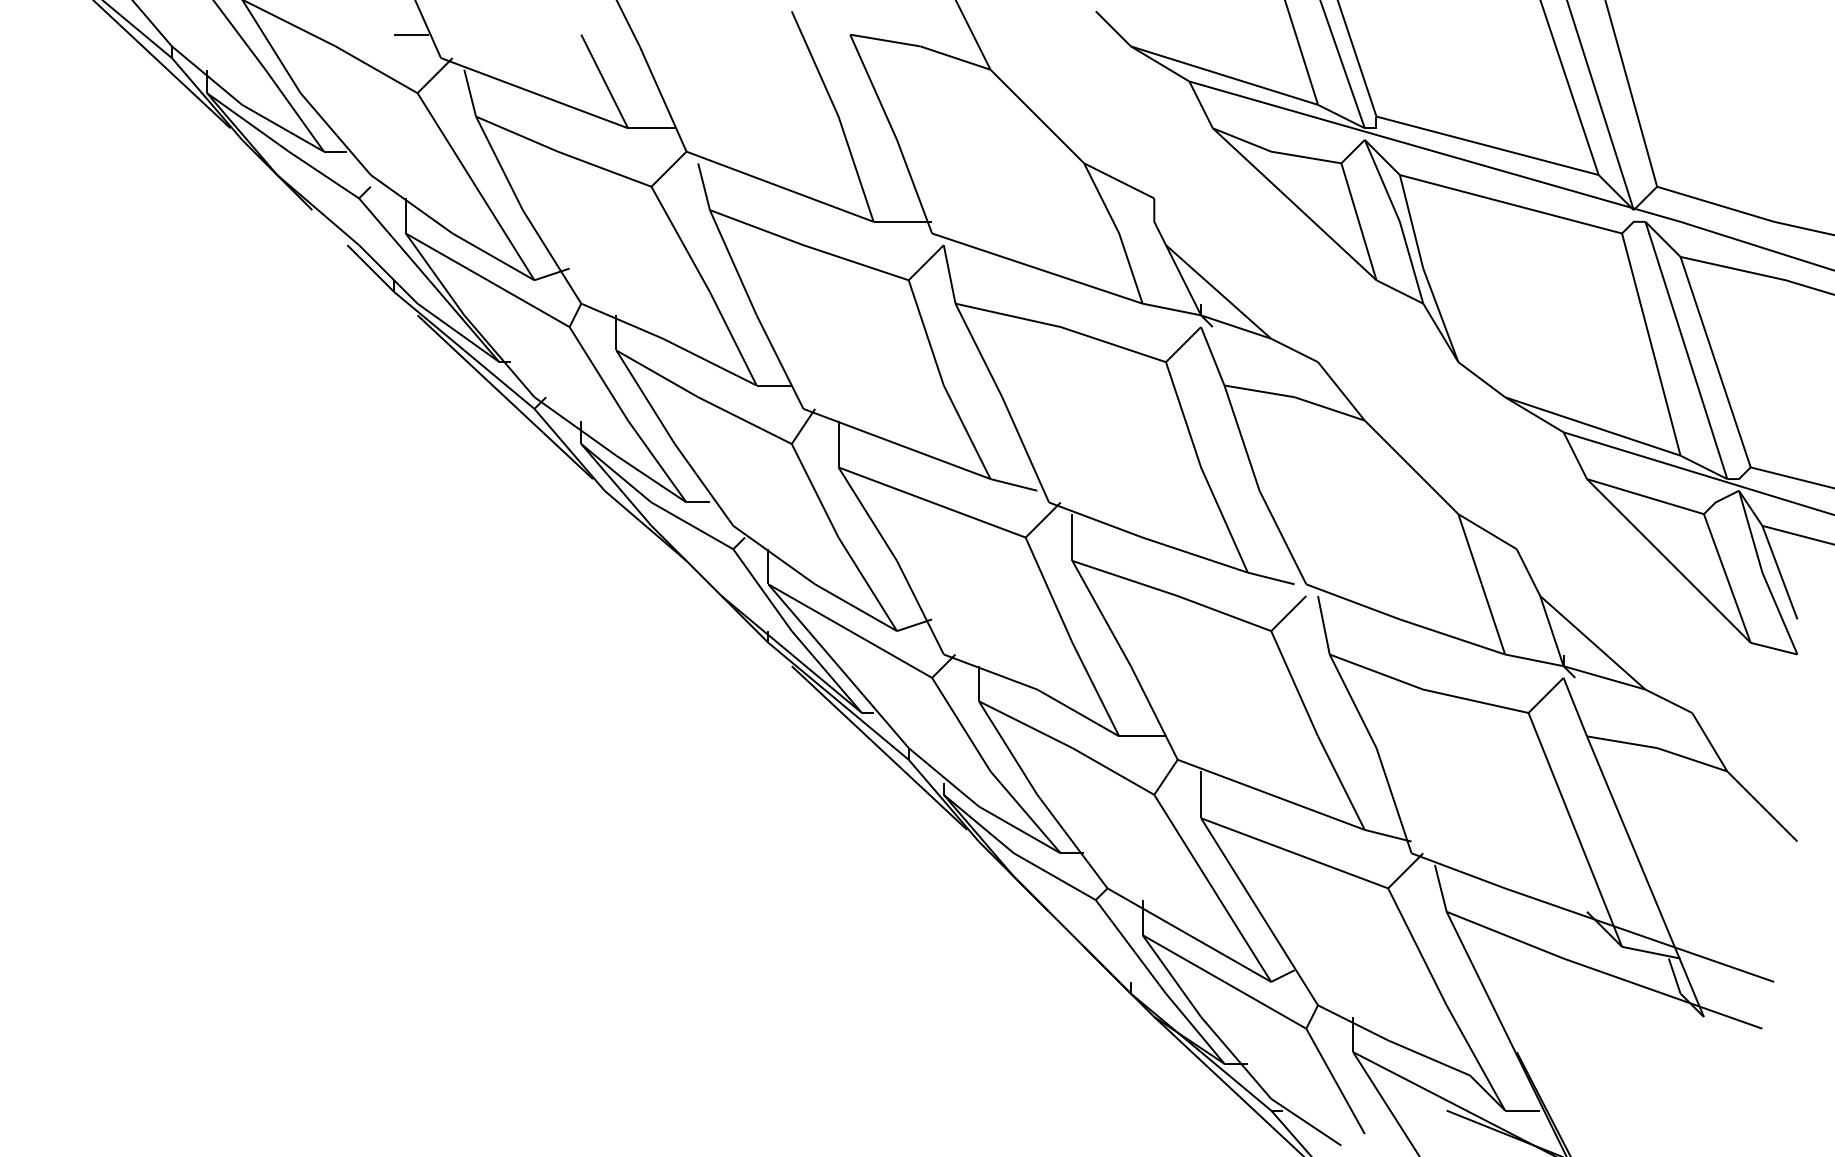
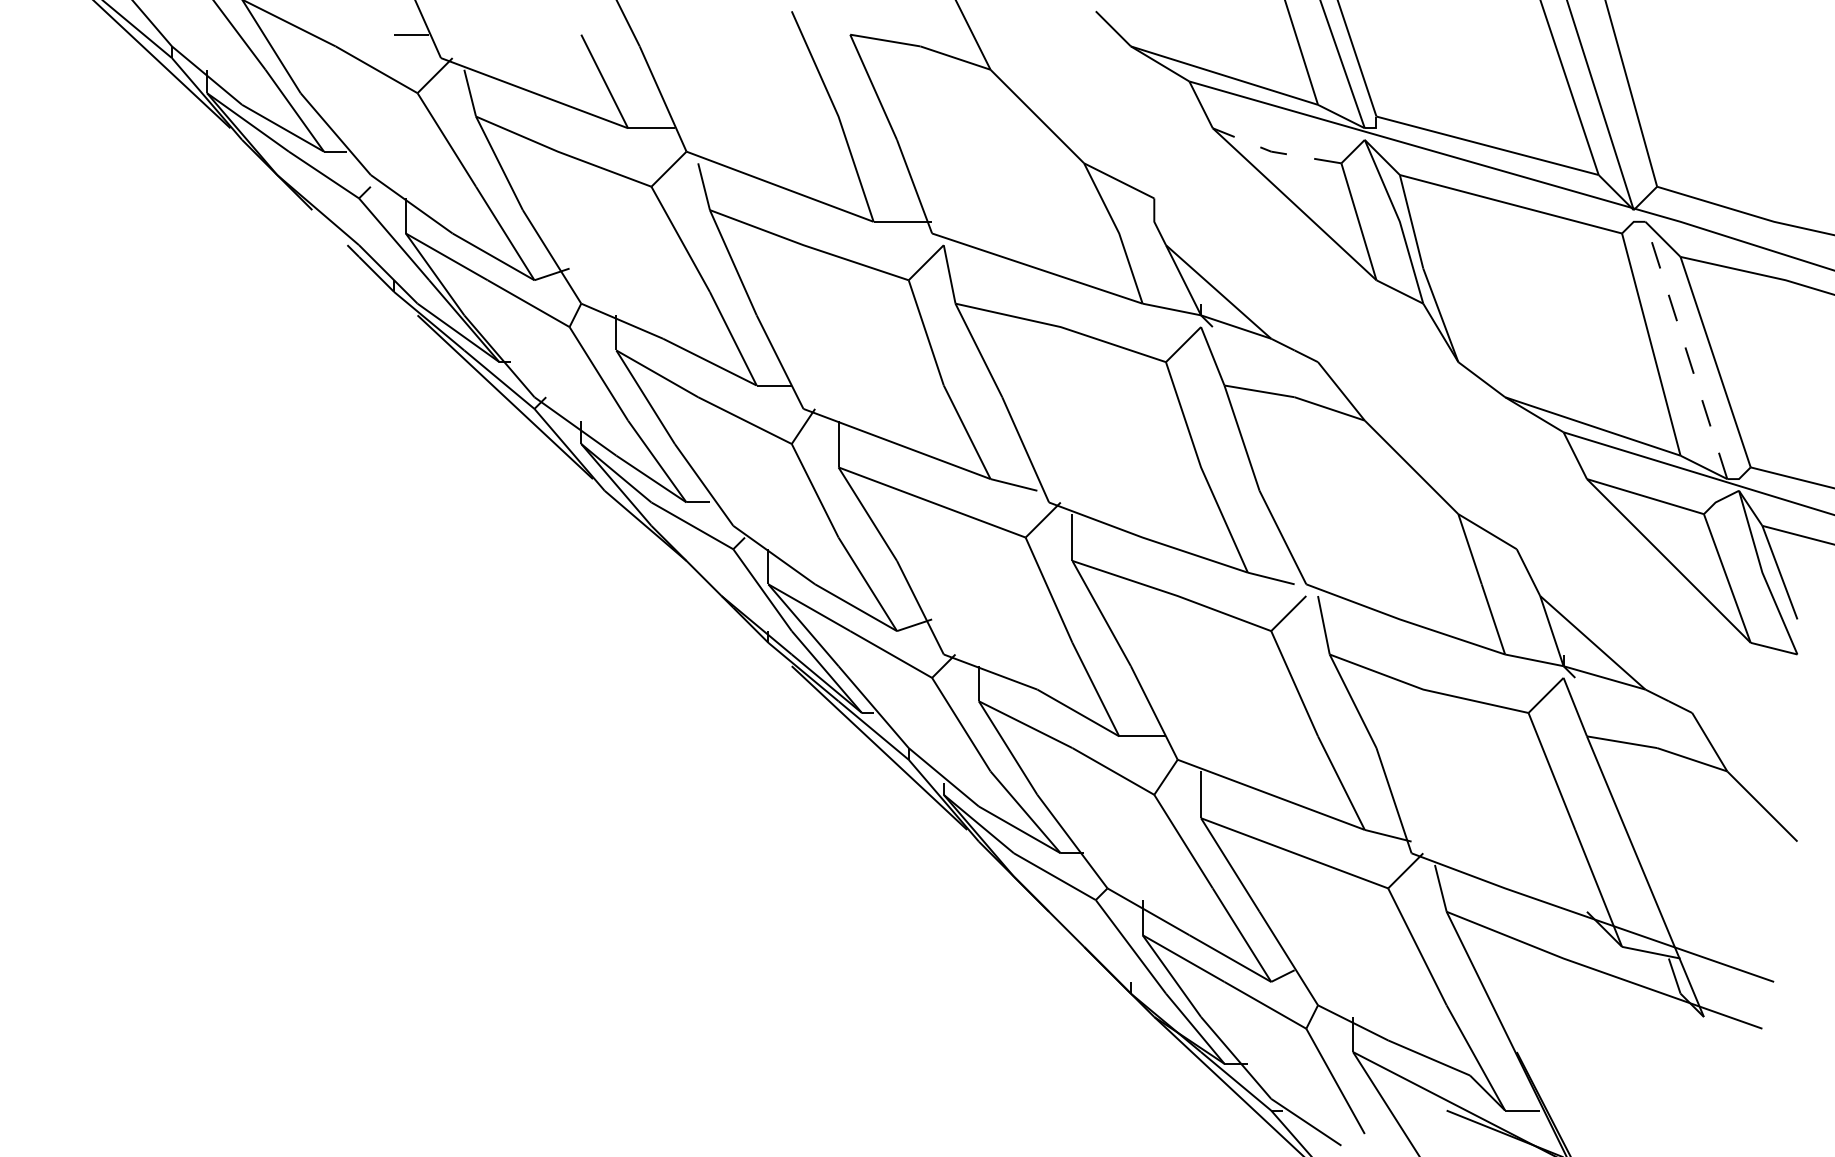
line at (1275, 152): solid -> dashed
line at (1686, 350): solid -> dashed
